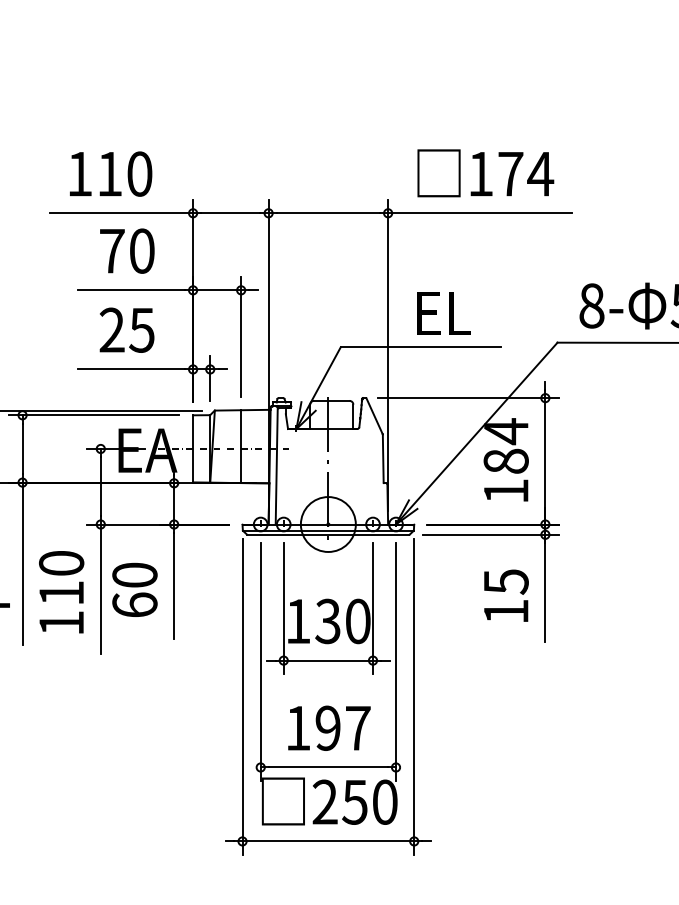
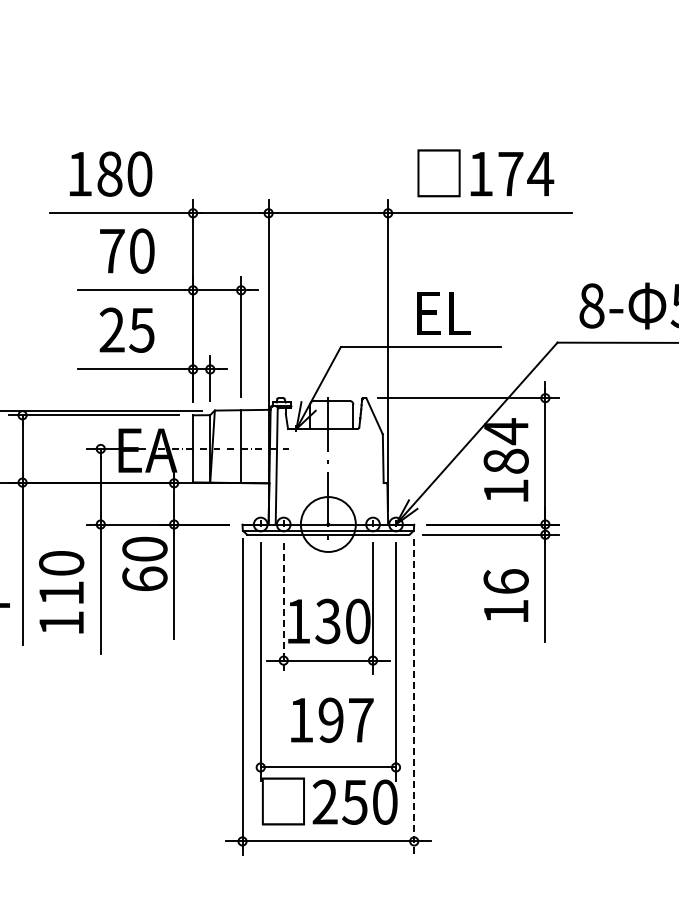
text at (109, 173): 110 -> 180
text at (505, 581): 15 -> 16
text at (134, 589) position: (134, 589) -> (144, 563)
line at (283, 608): solid -> dashed
line at (414, 697): solid -> dashed
text at (329, 727) position: (329, 727) -> (332, 719)
